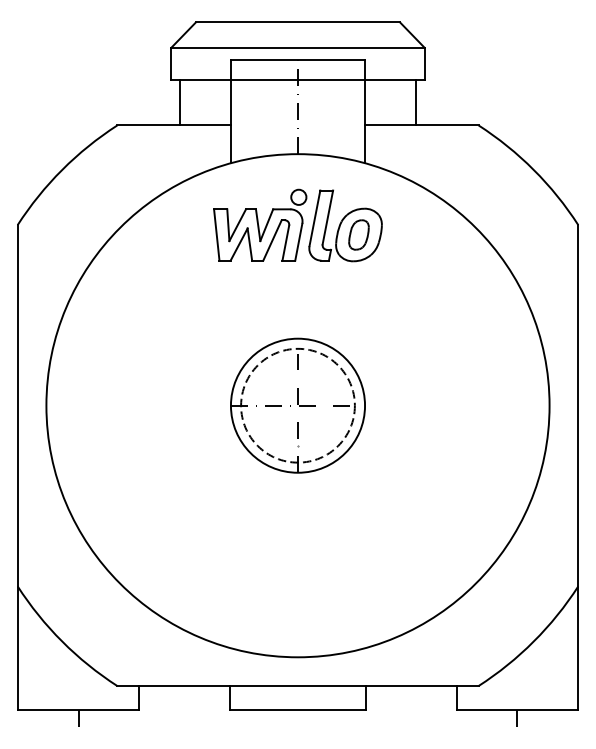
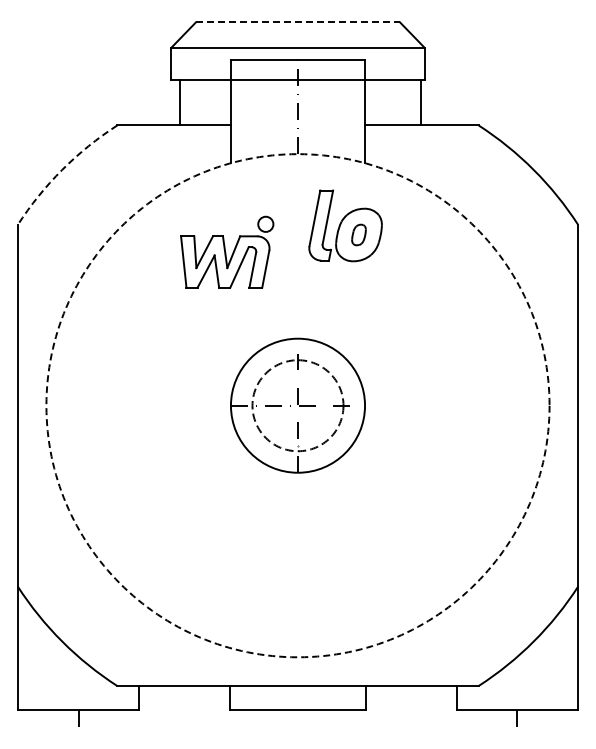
line at (298, 22): solid -> dashed
line at (416, 102) position: (416, 102) -> (421, 102)
arc at (62, 169): solid -> dashed
part at (260, 224) position: (260, 224) -> (227, 251)
part at (358, 234) size: 22x32 px -> 16x24 px
circle at (297, 405) diameter: 114 px -> 91 px
circle at (297, 405): solid -> dashed
